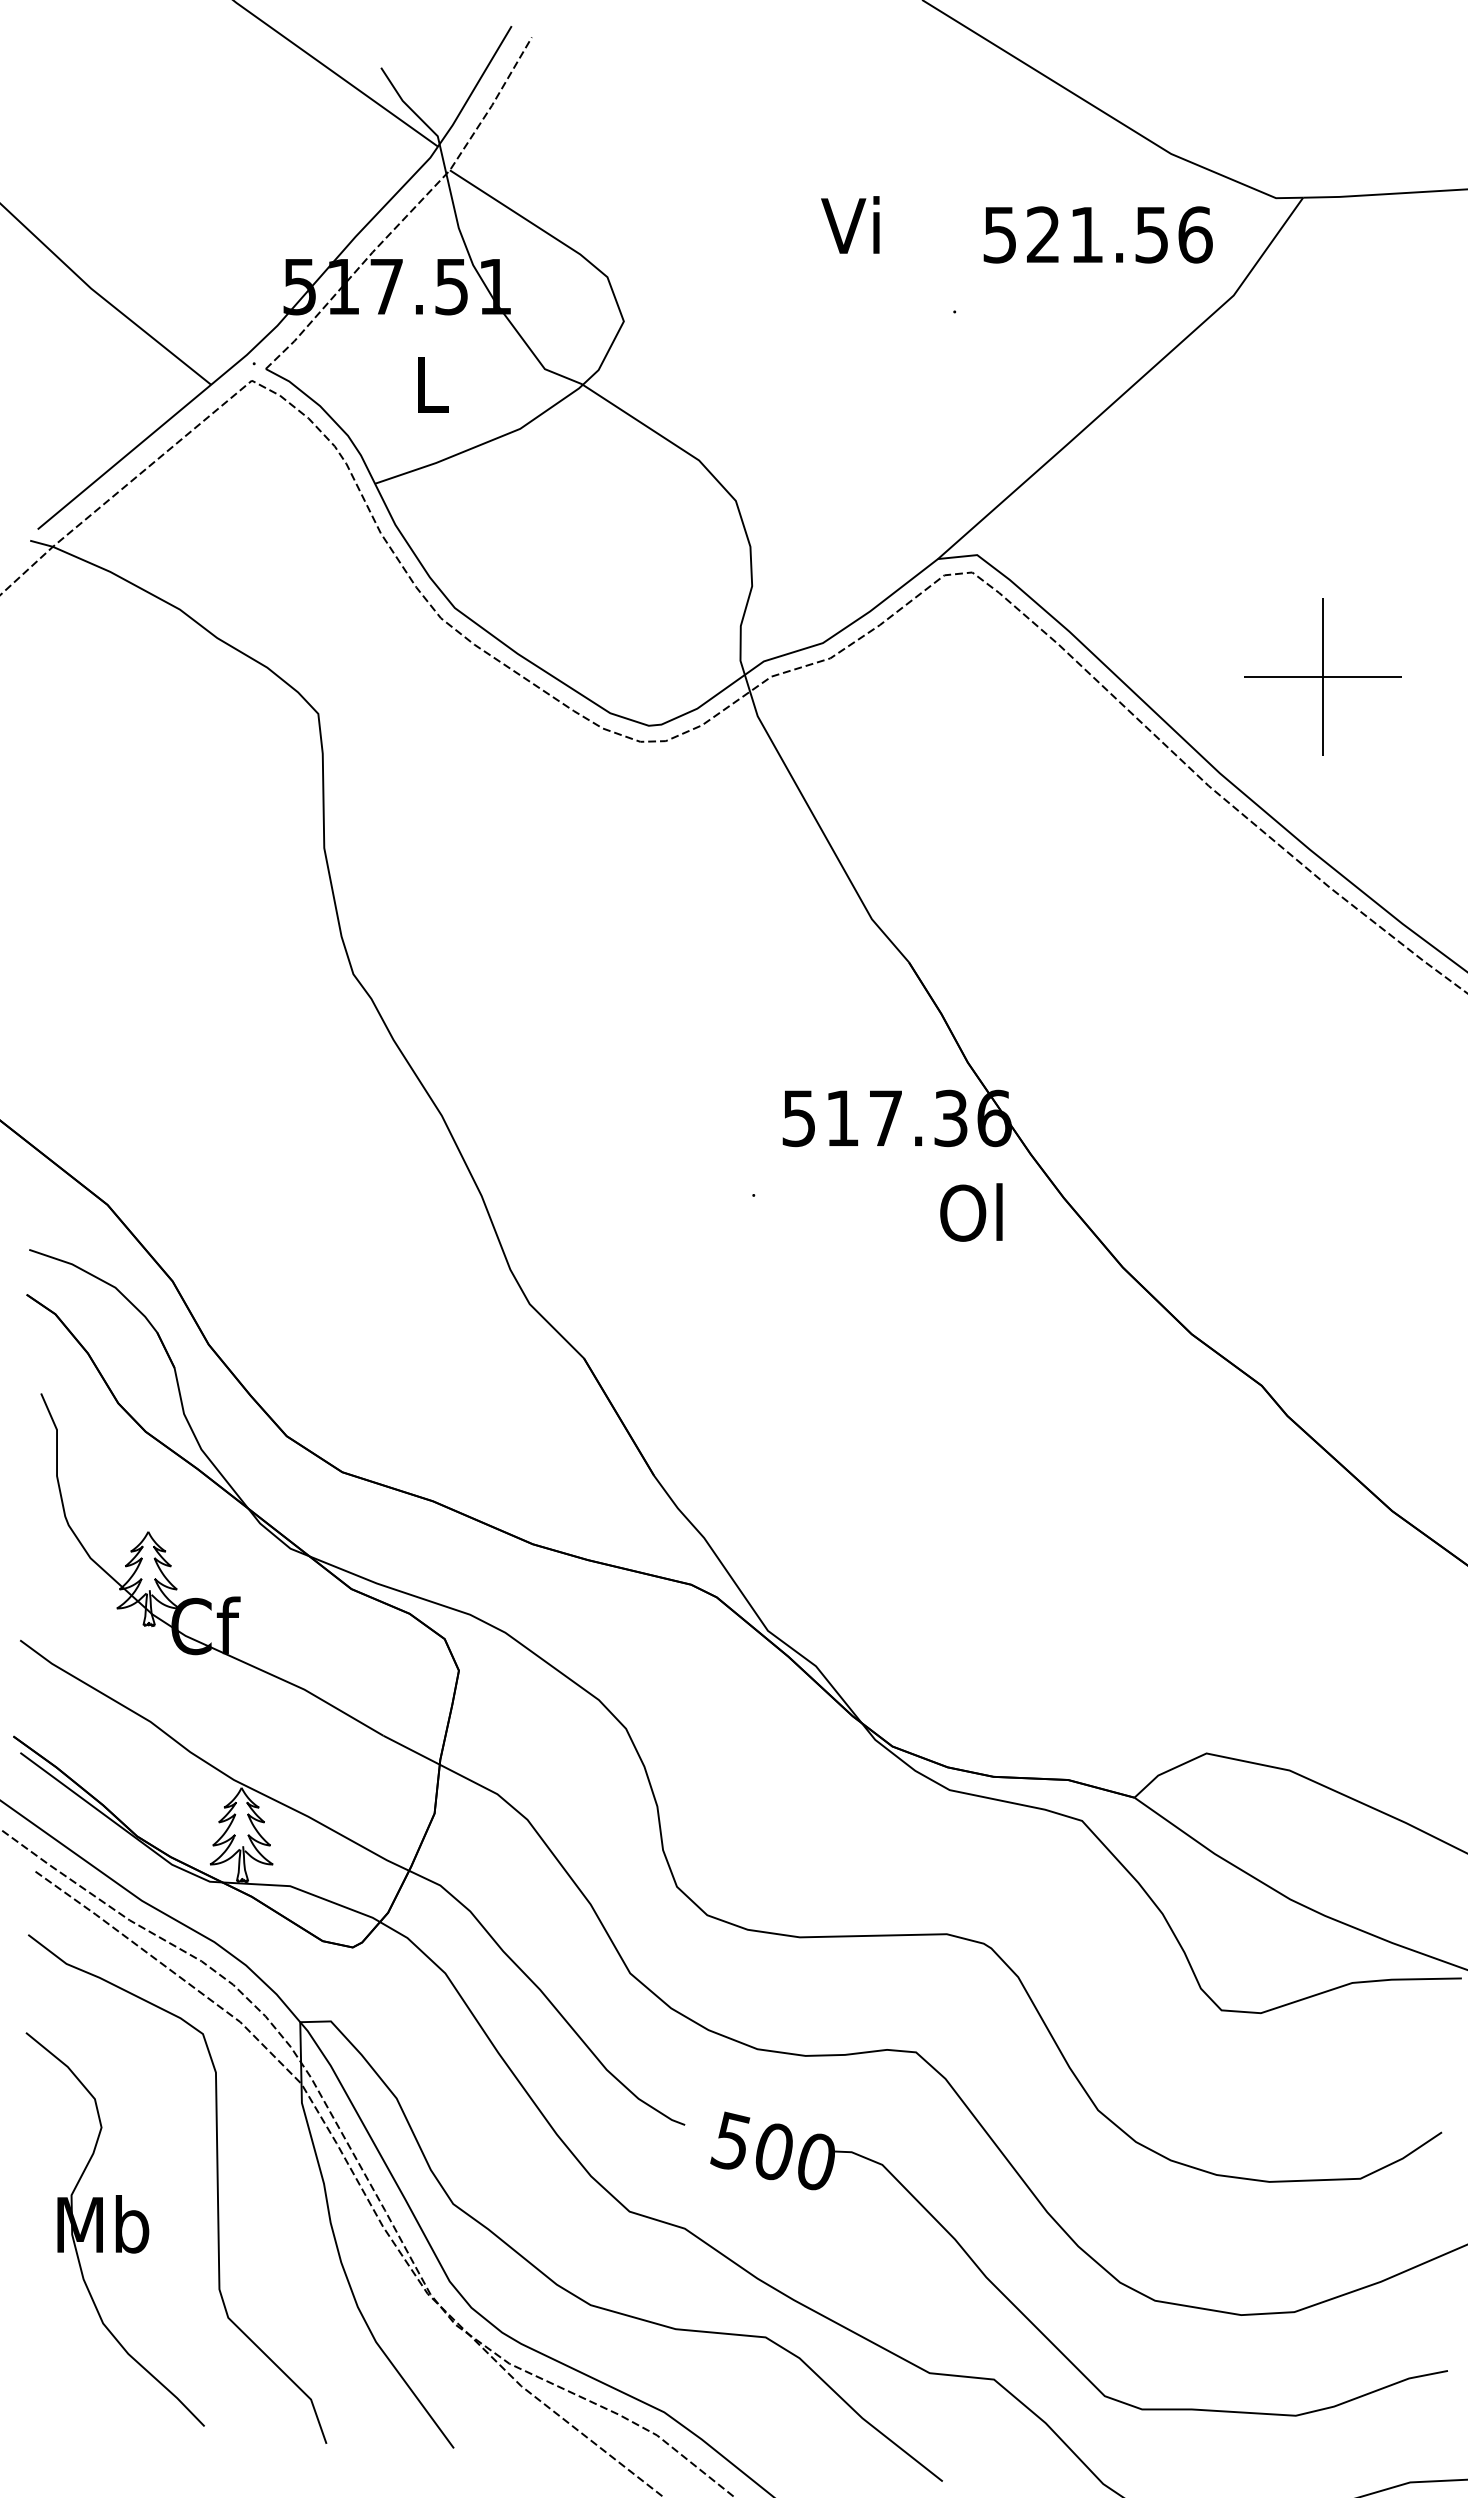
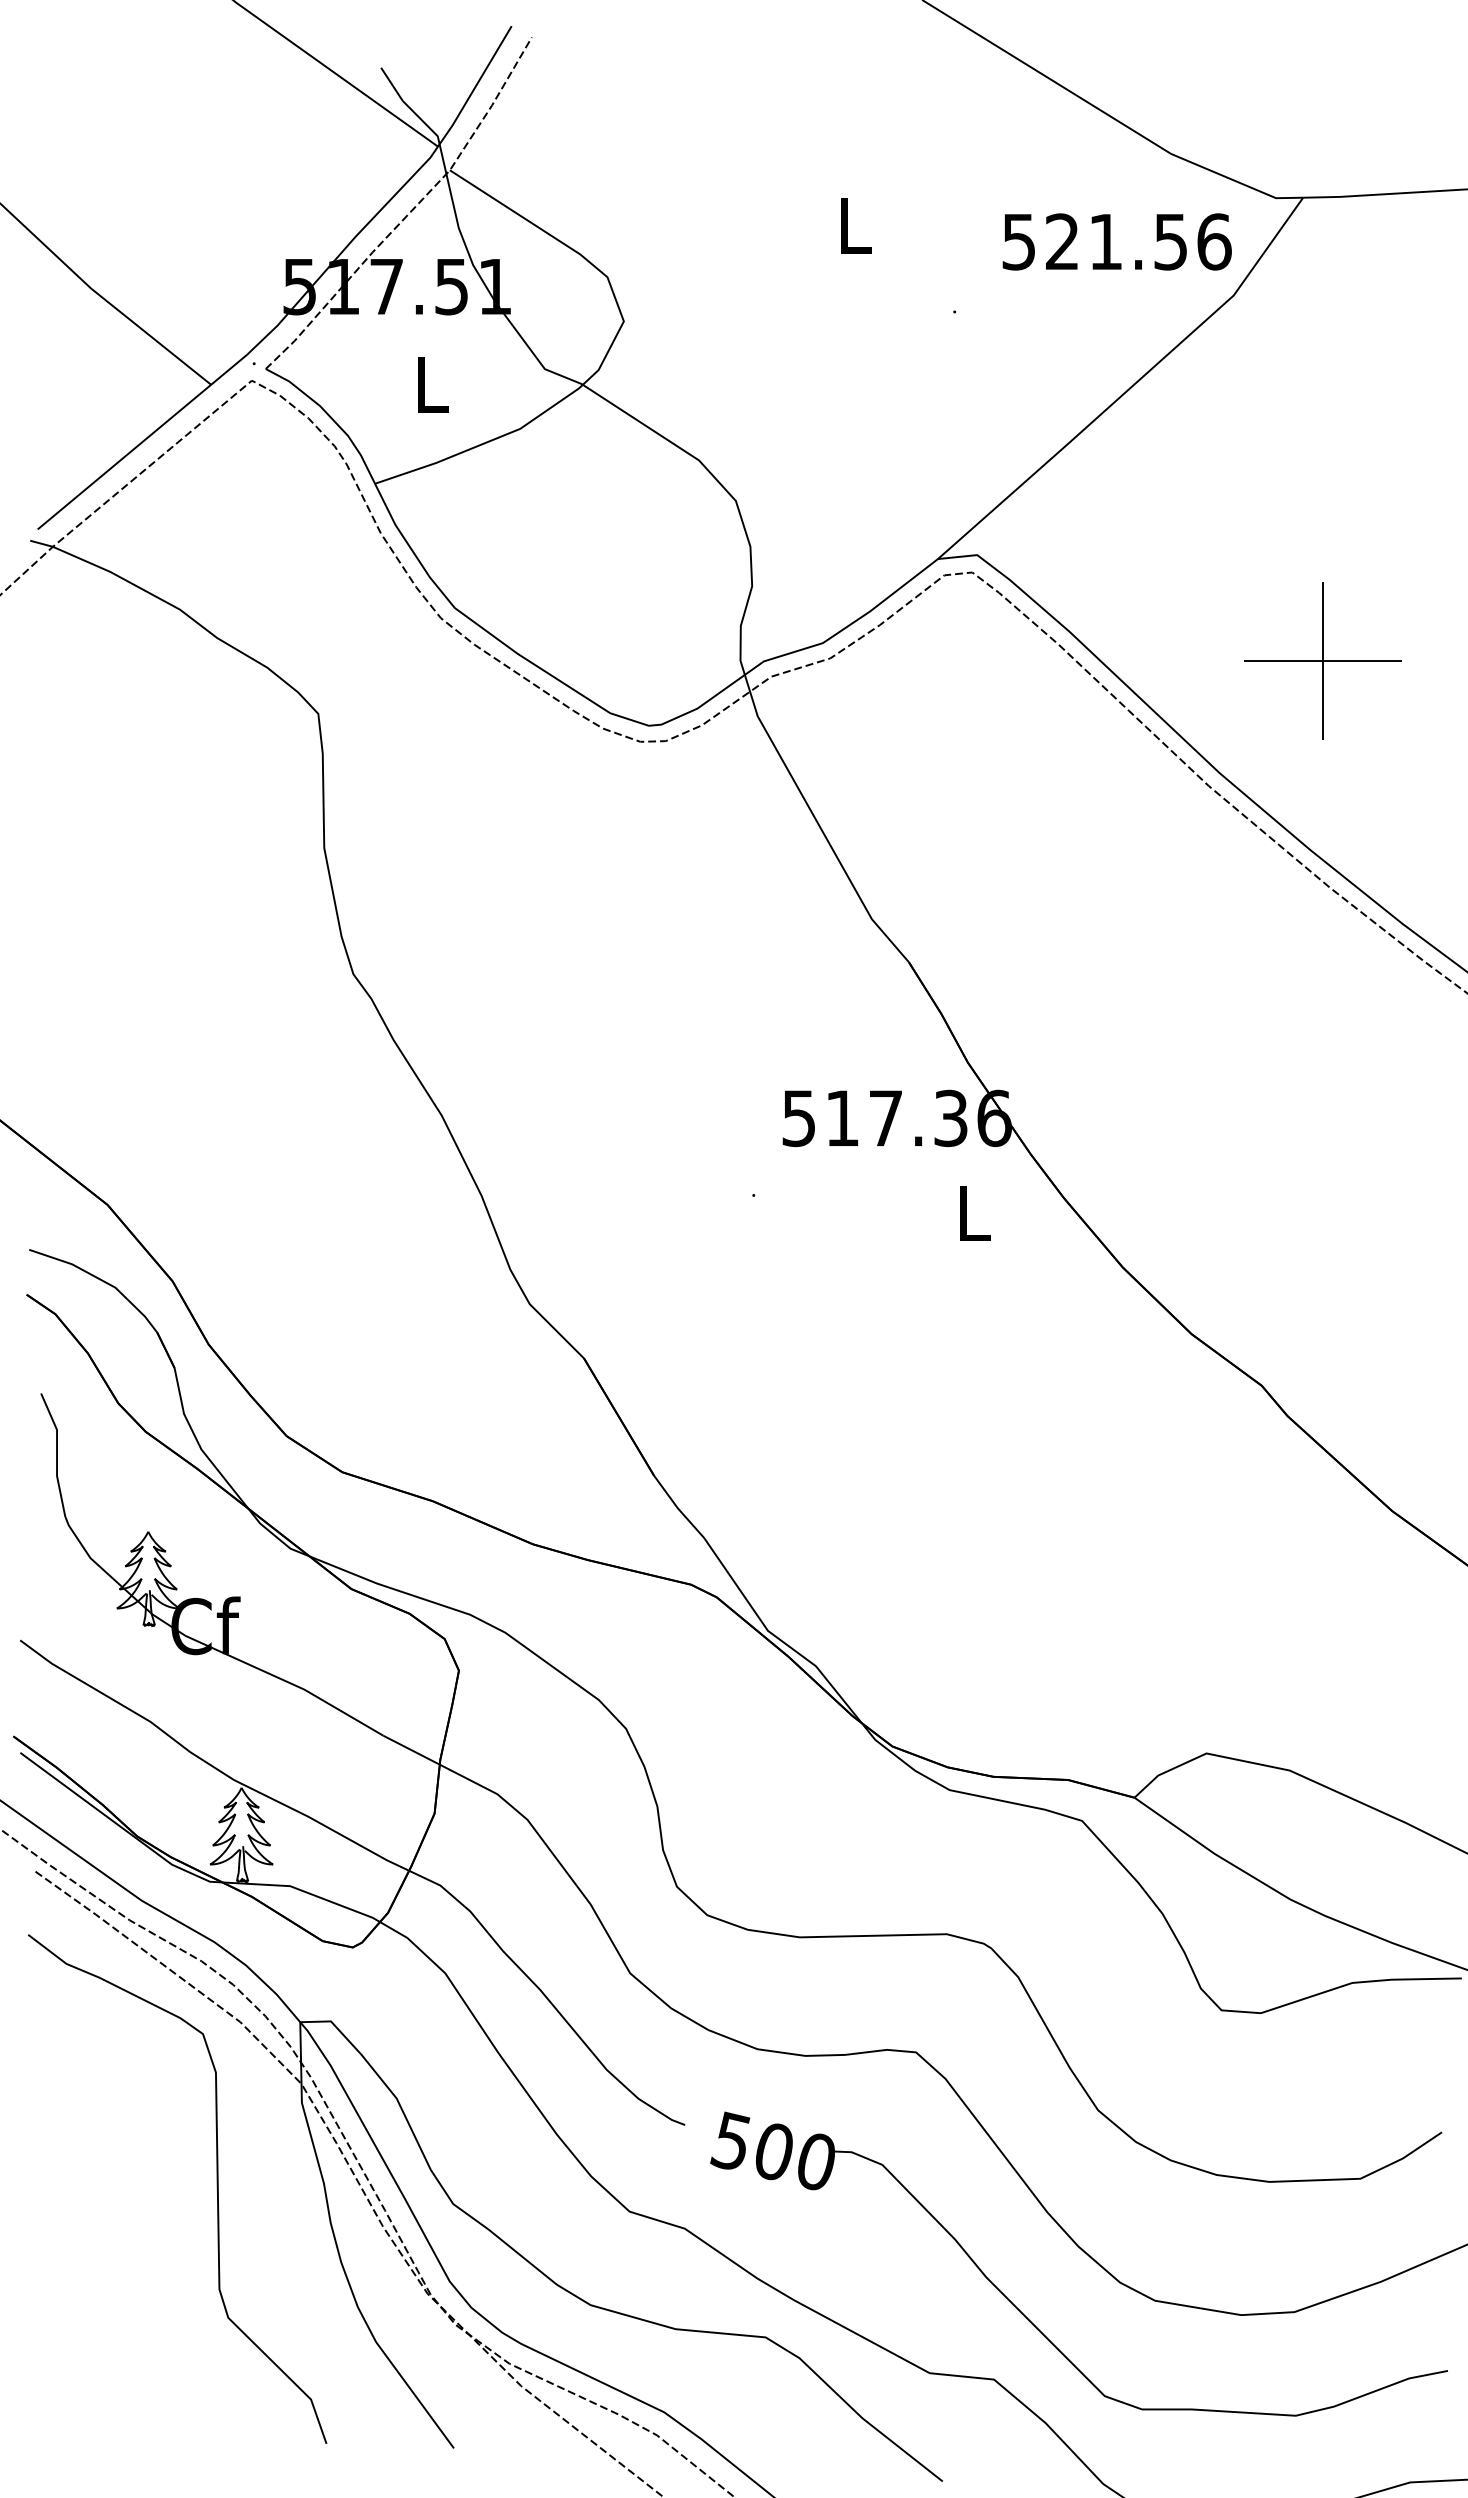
text at (850, 224): Vi -> L
text at (1097, 234) position: (1097, 234) -> (1116, 241)
part at (1322, 676) position: (1322, 676) -> (1322, 660)
text at (971, 1212): Ol -> L
part at (114, 2229): present -> none
